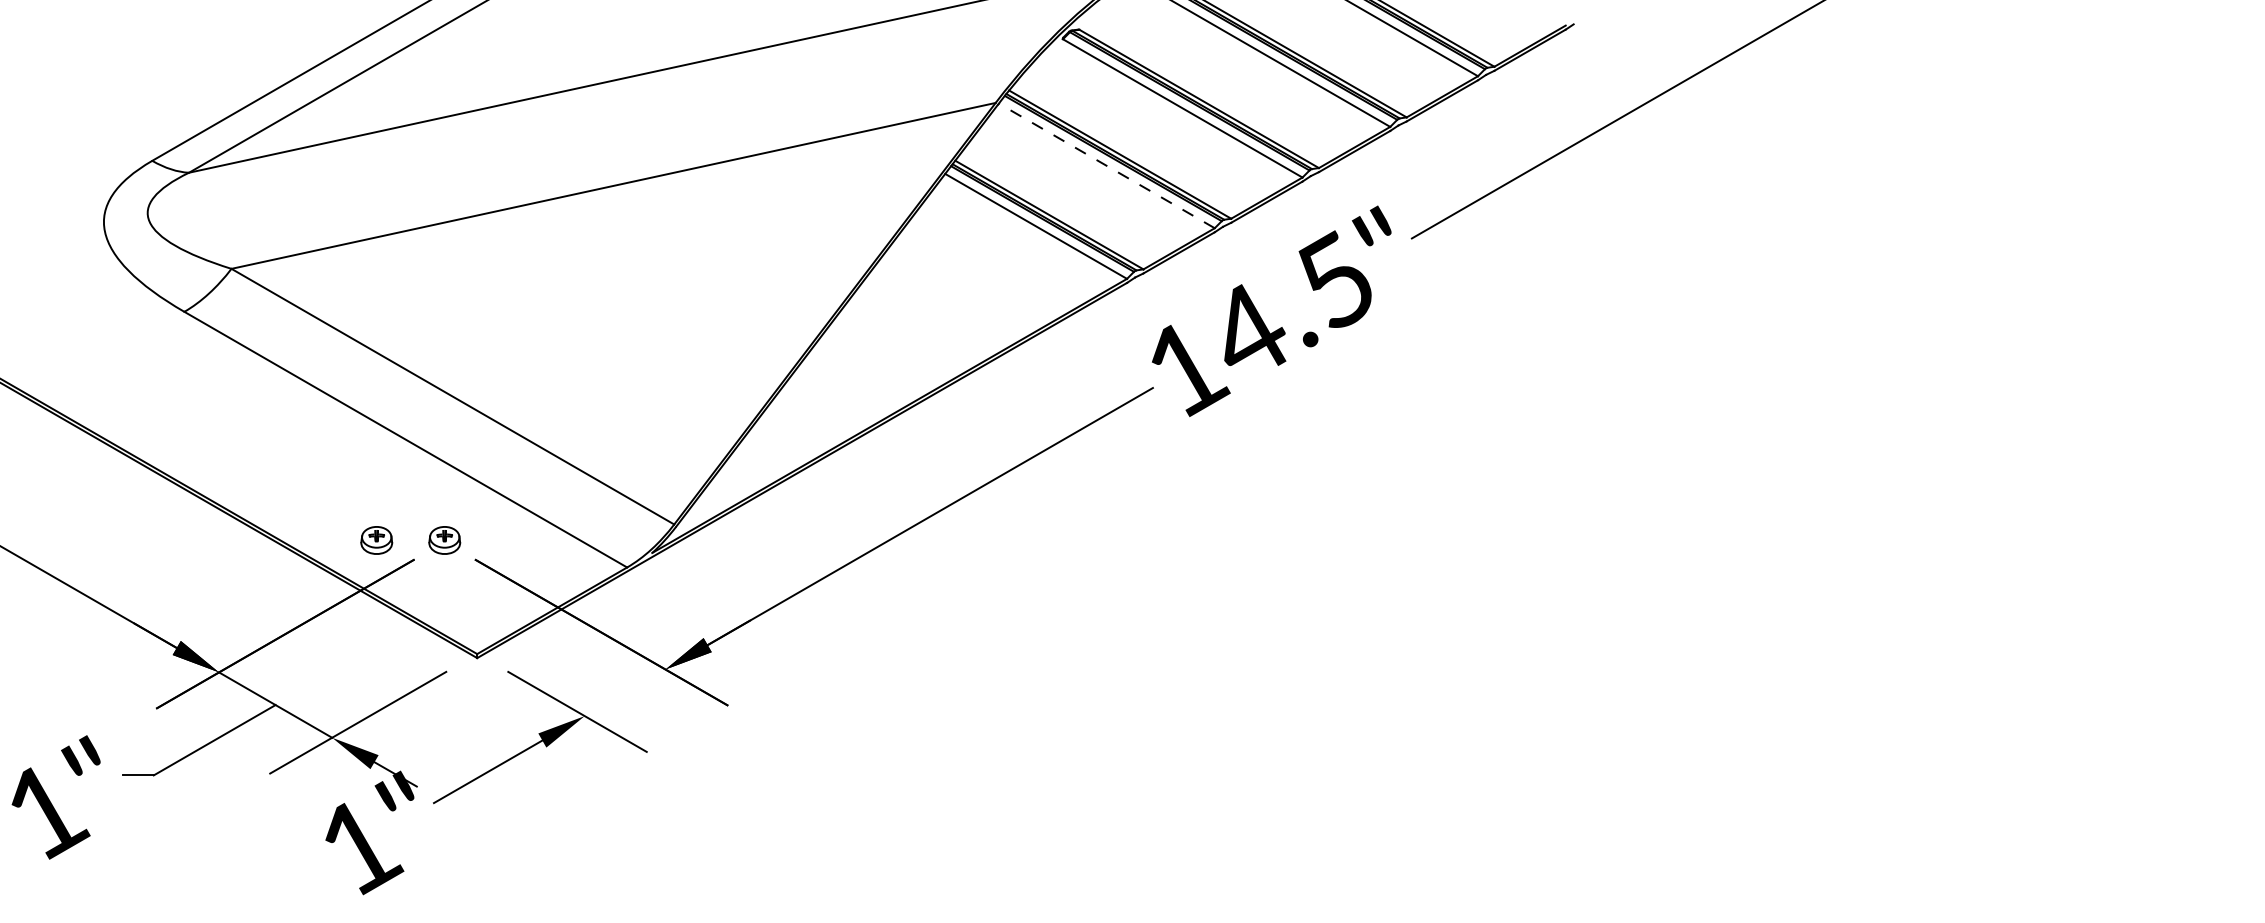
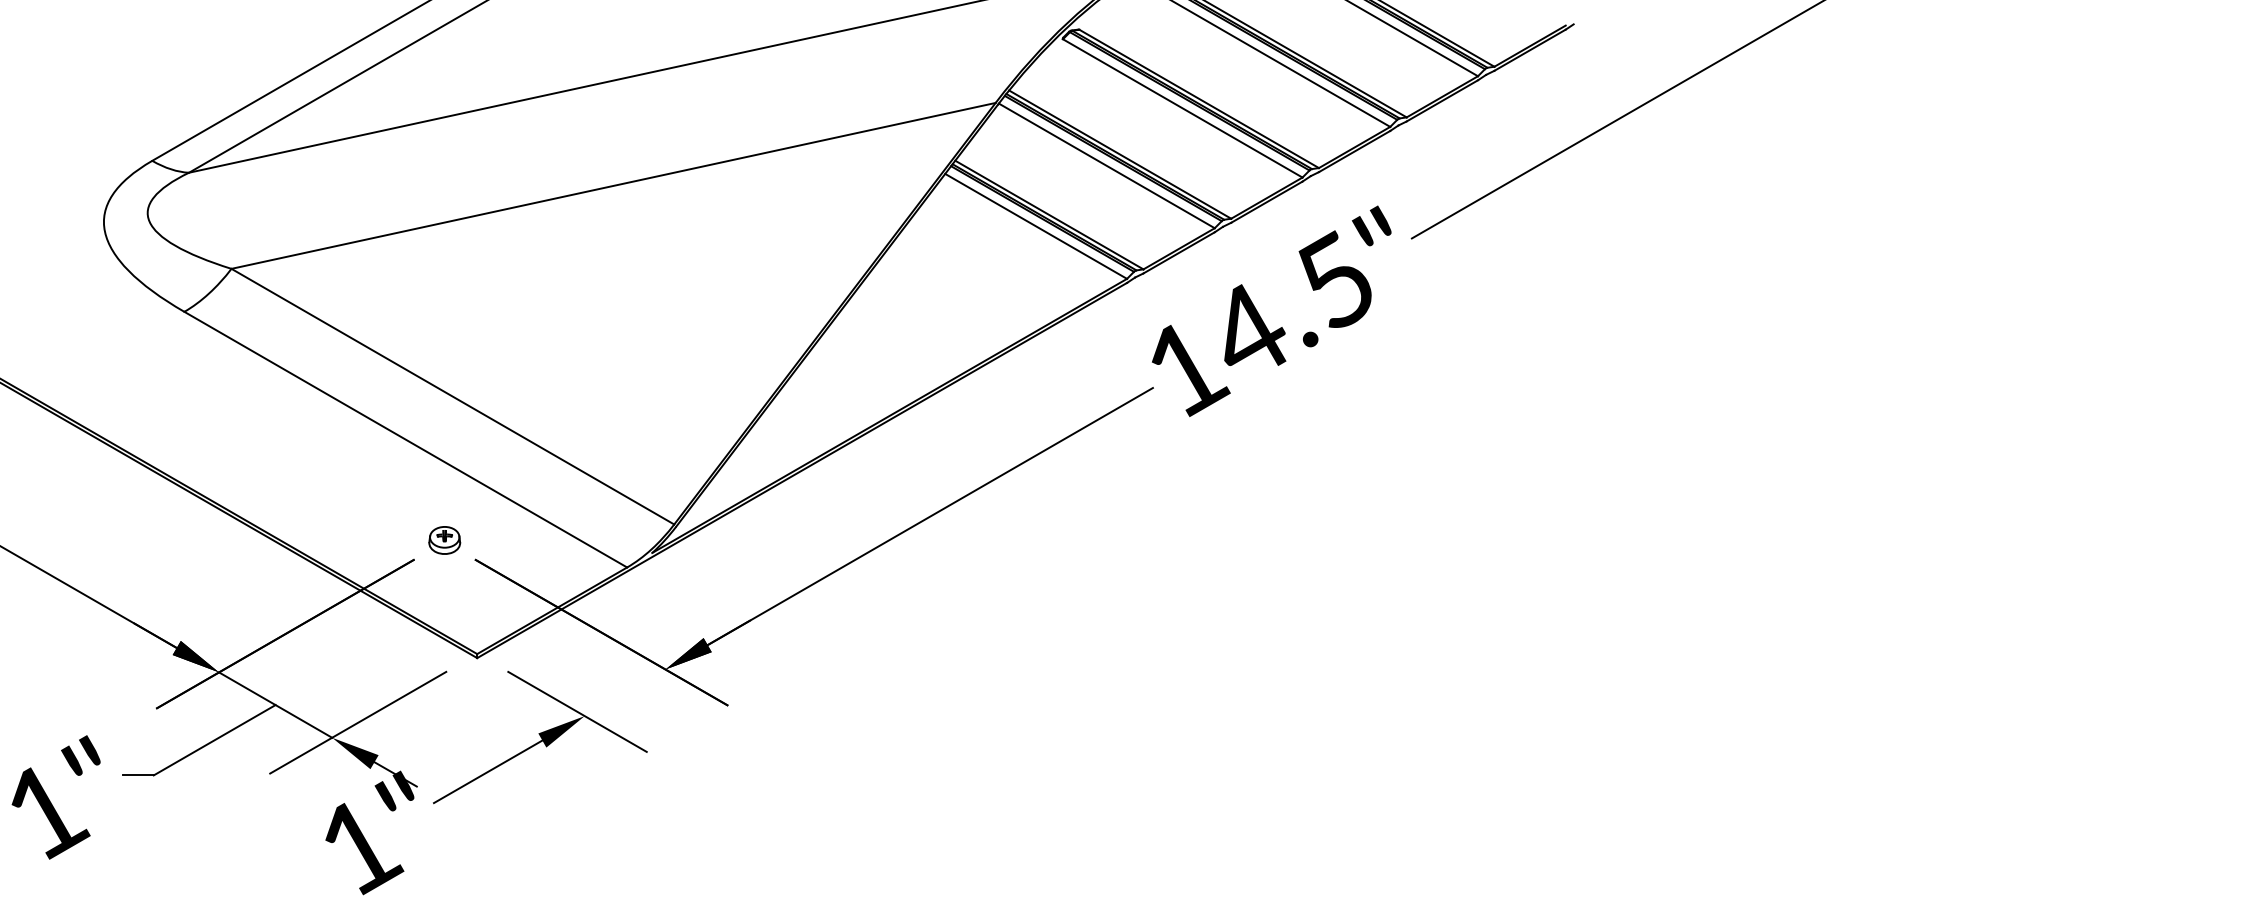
line at (1106, 165): dashed -> solid
part at (376, 540): present -> none
